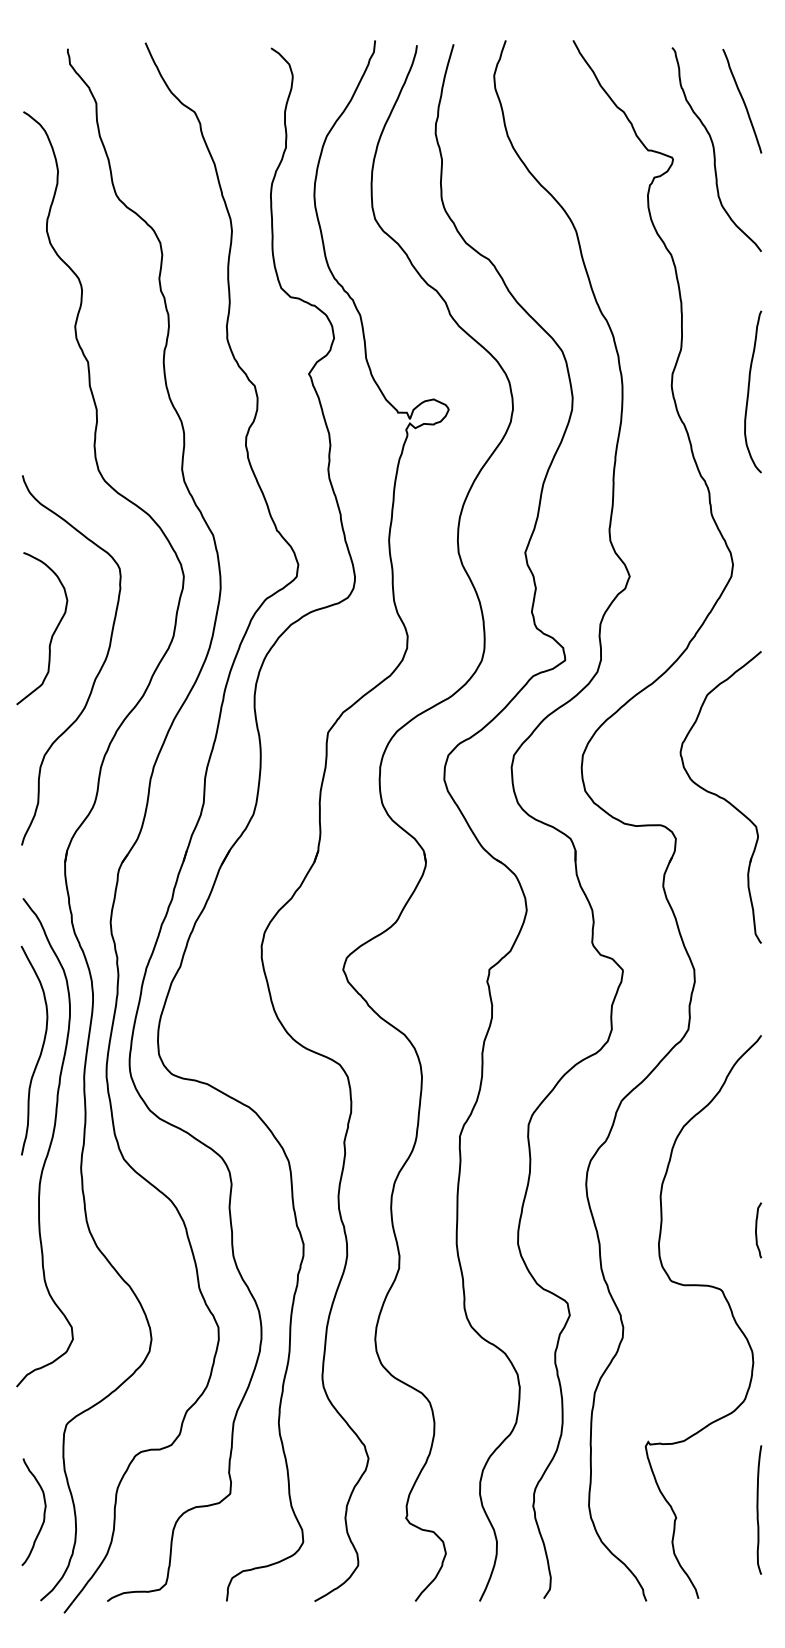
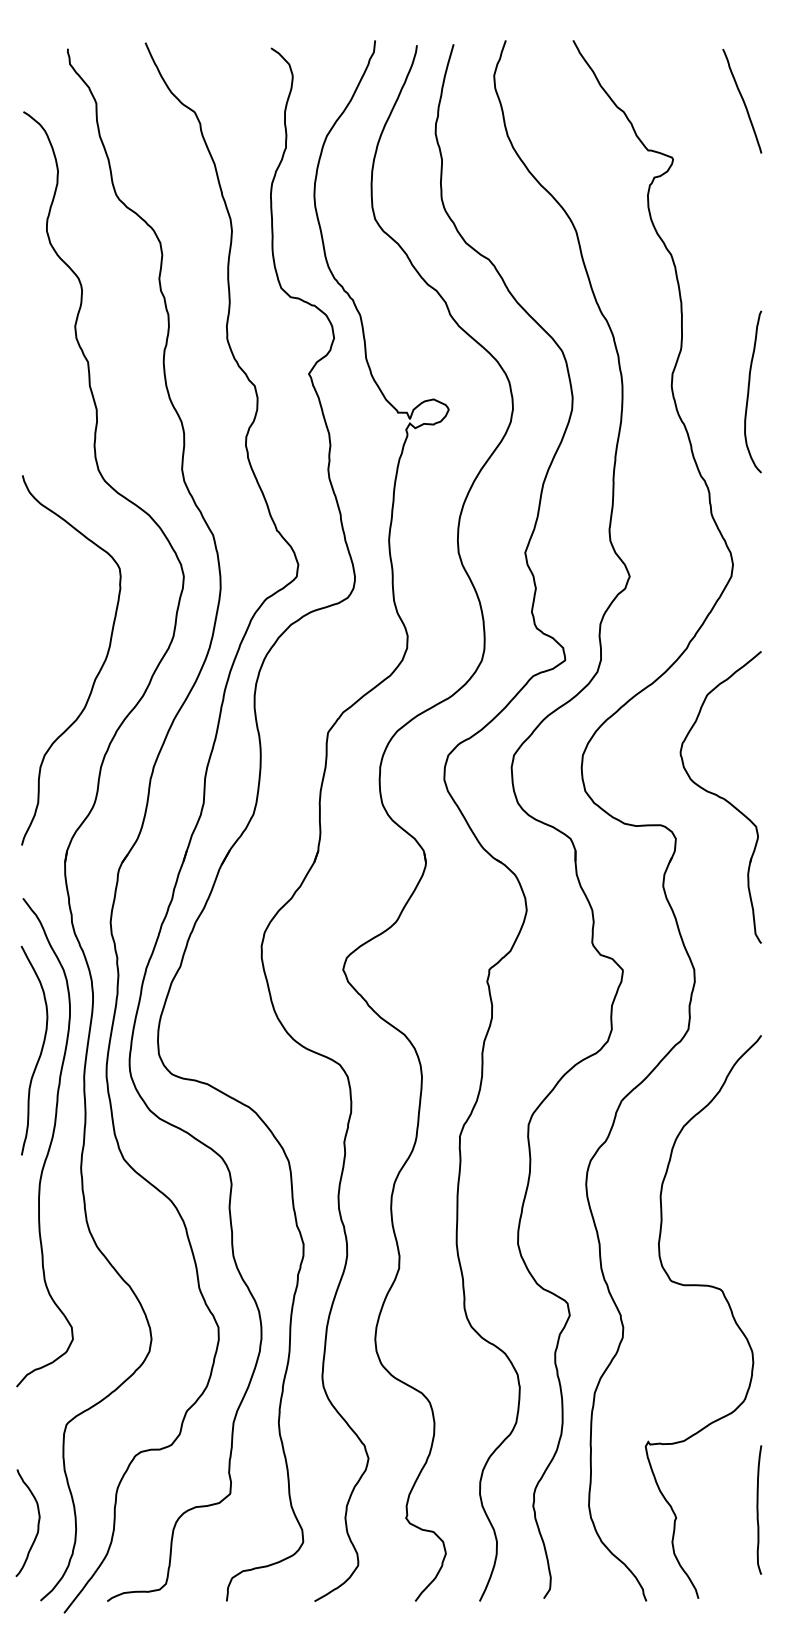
curve at (714, 149): present -> none
curve at (52, 633): present -> none
curve at (756, 1230): present -> none
curve at (43, 1512) position: (43, 1512) -> (37, 1523)
